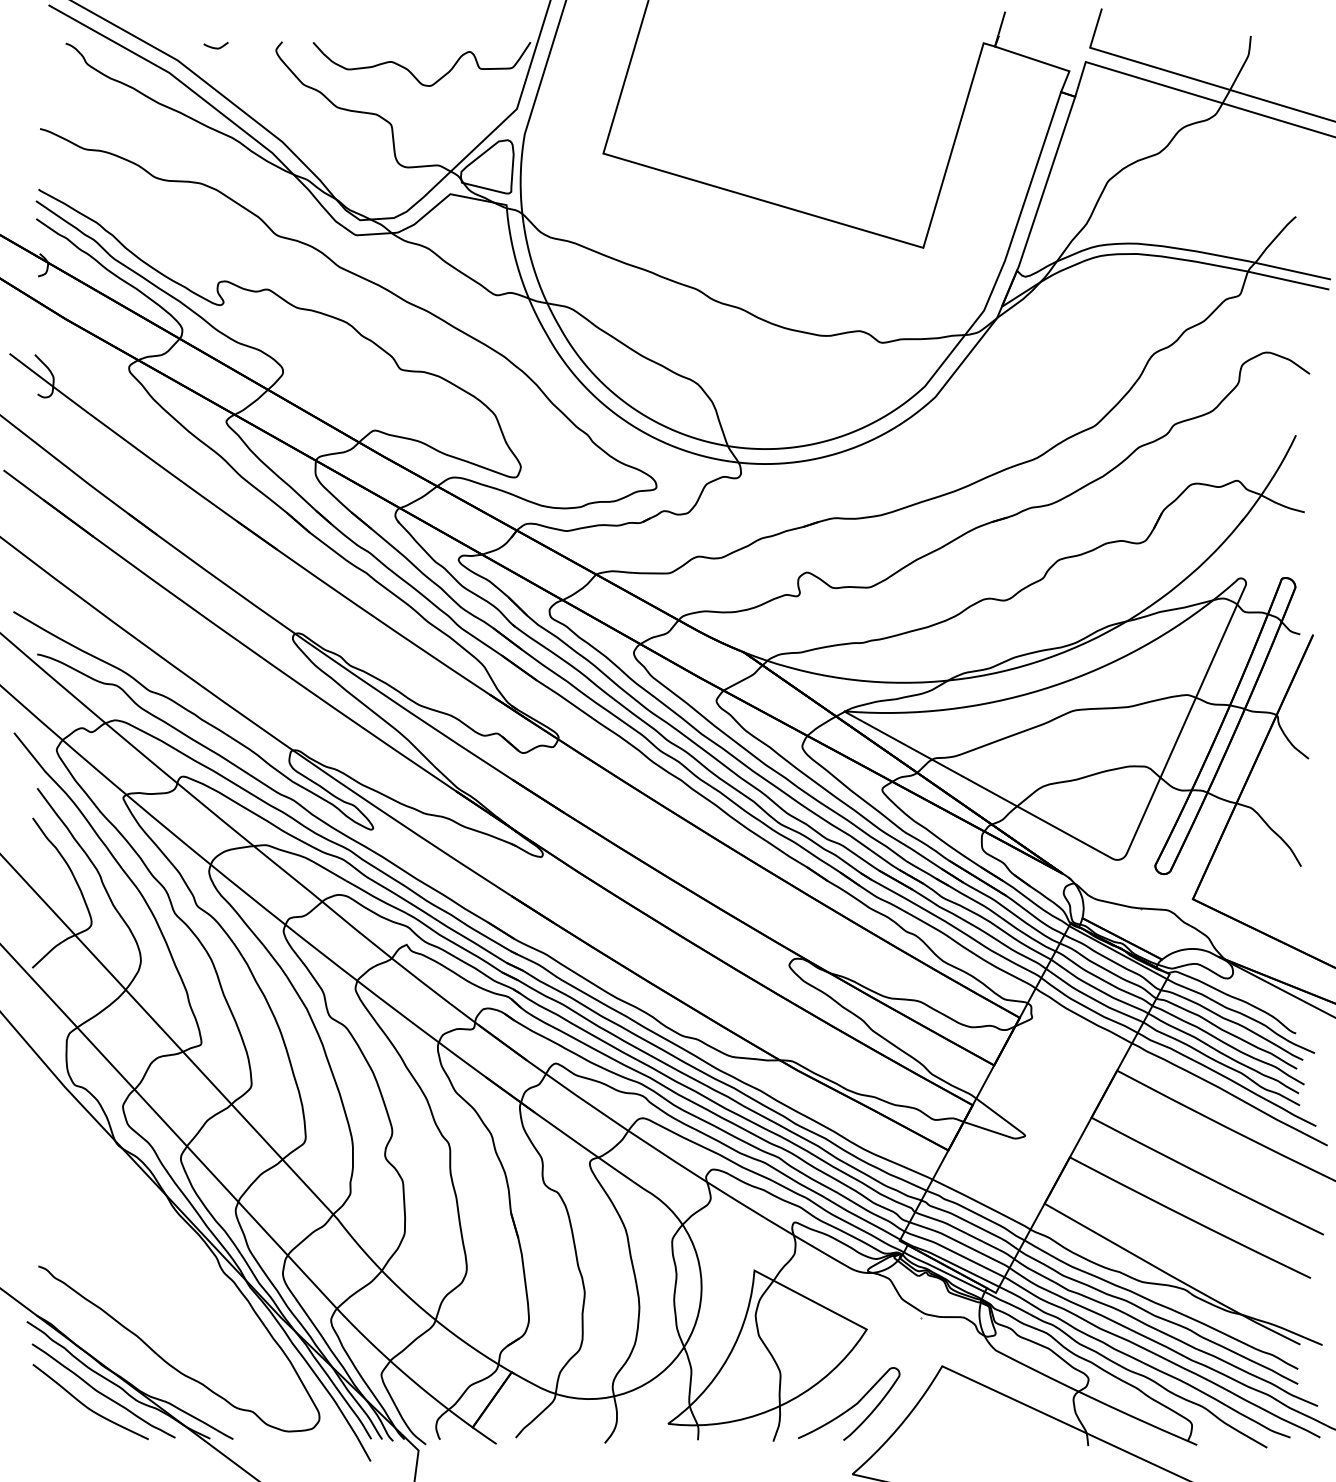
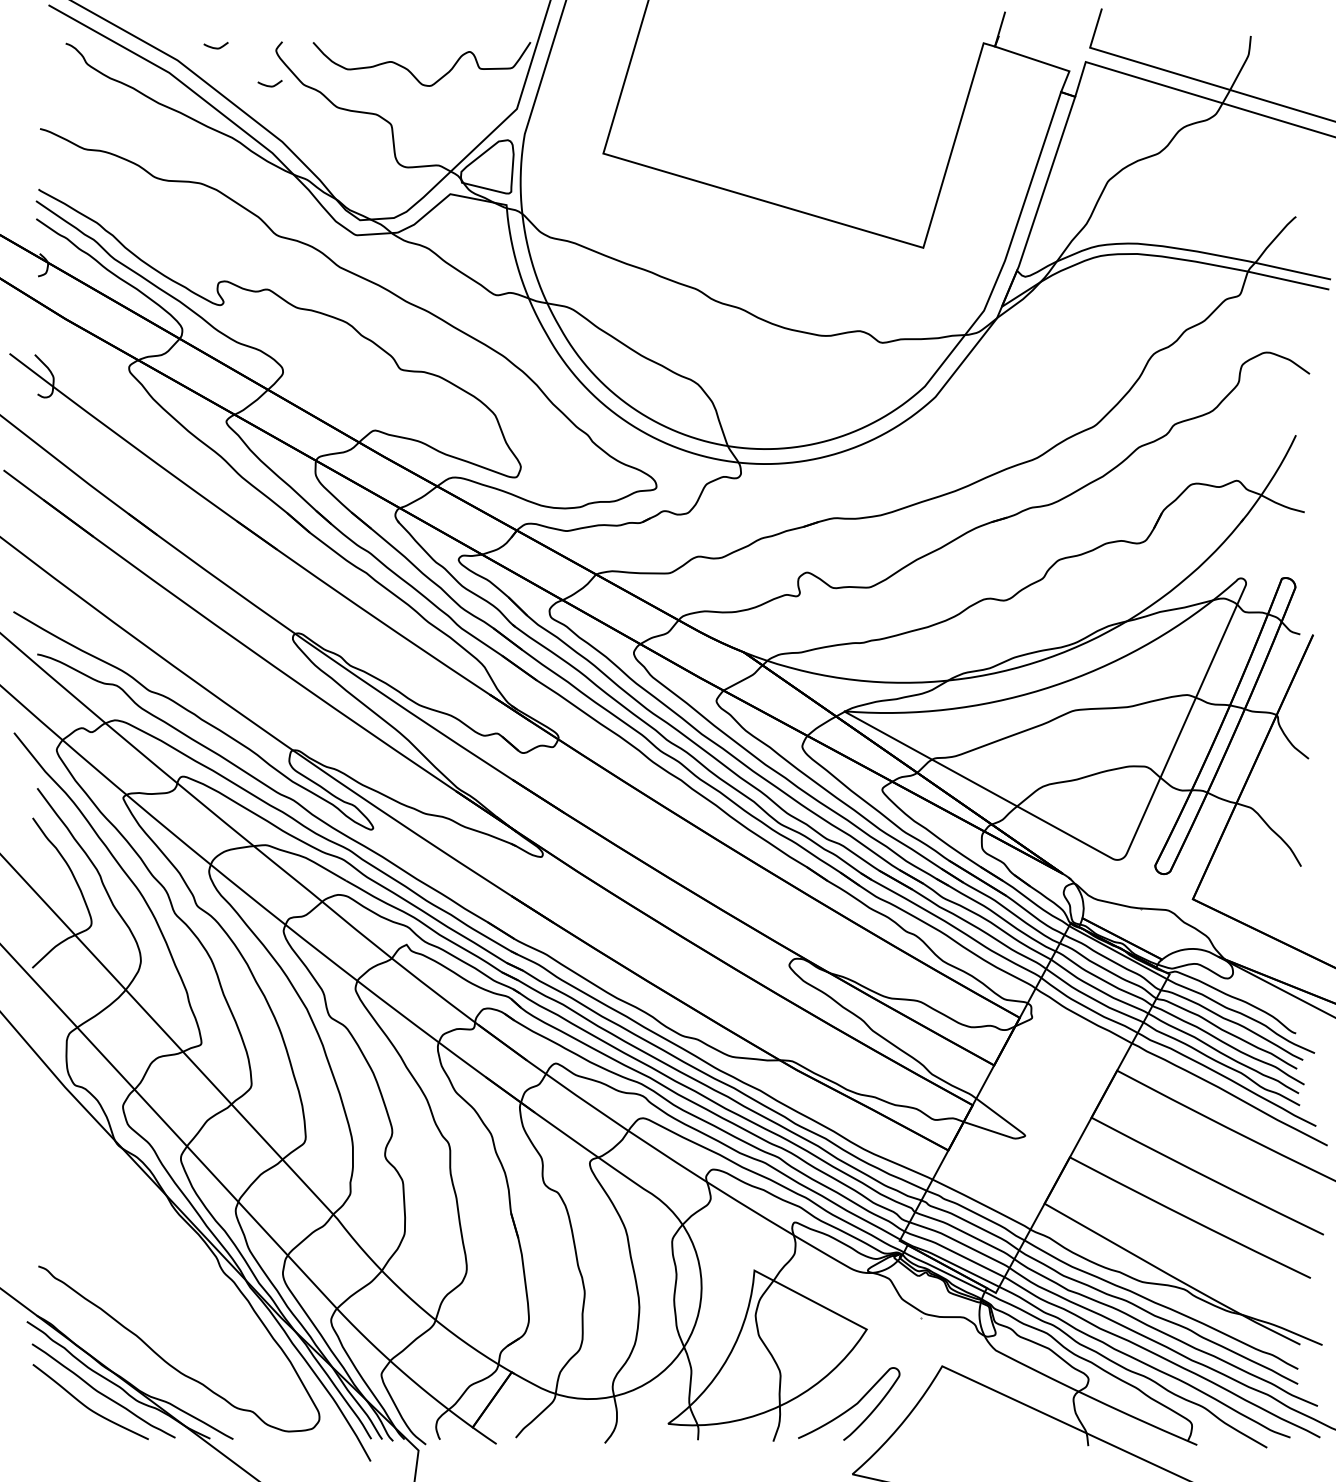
curve at (269, 85): none -> present
